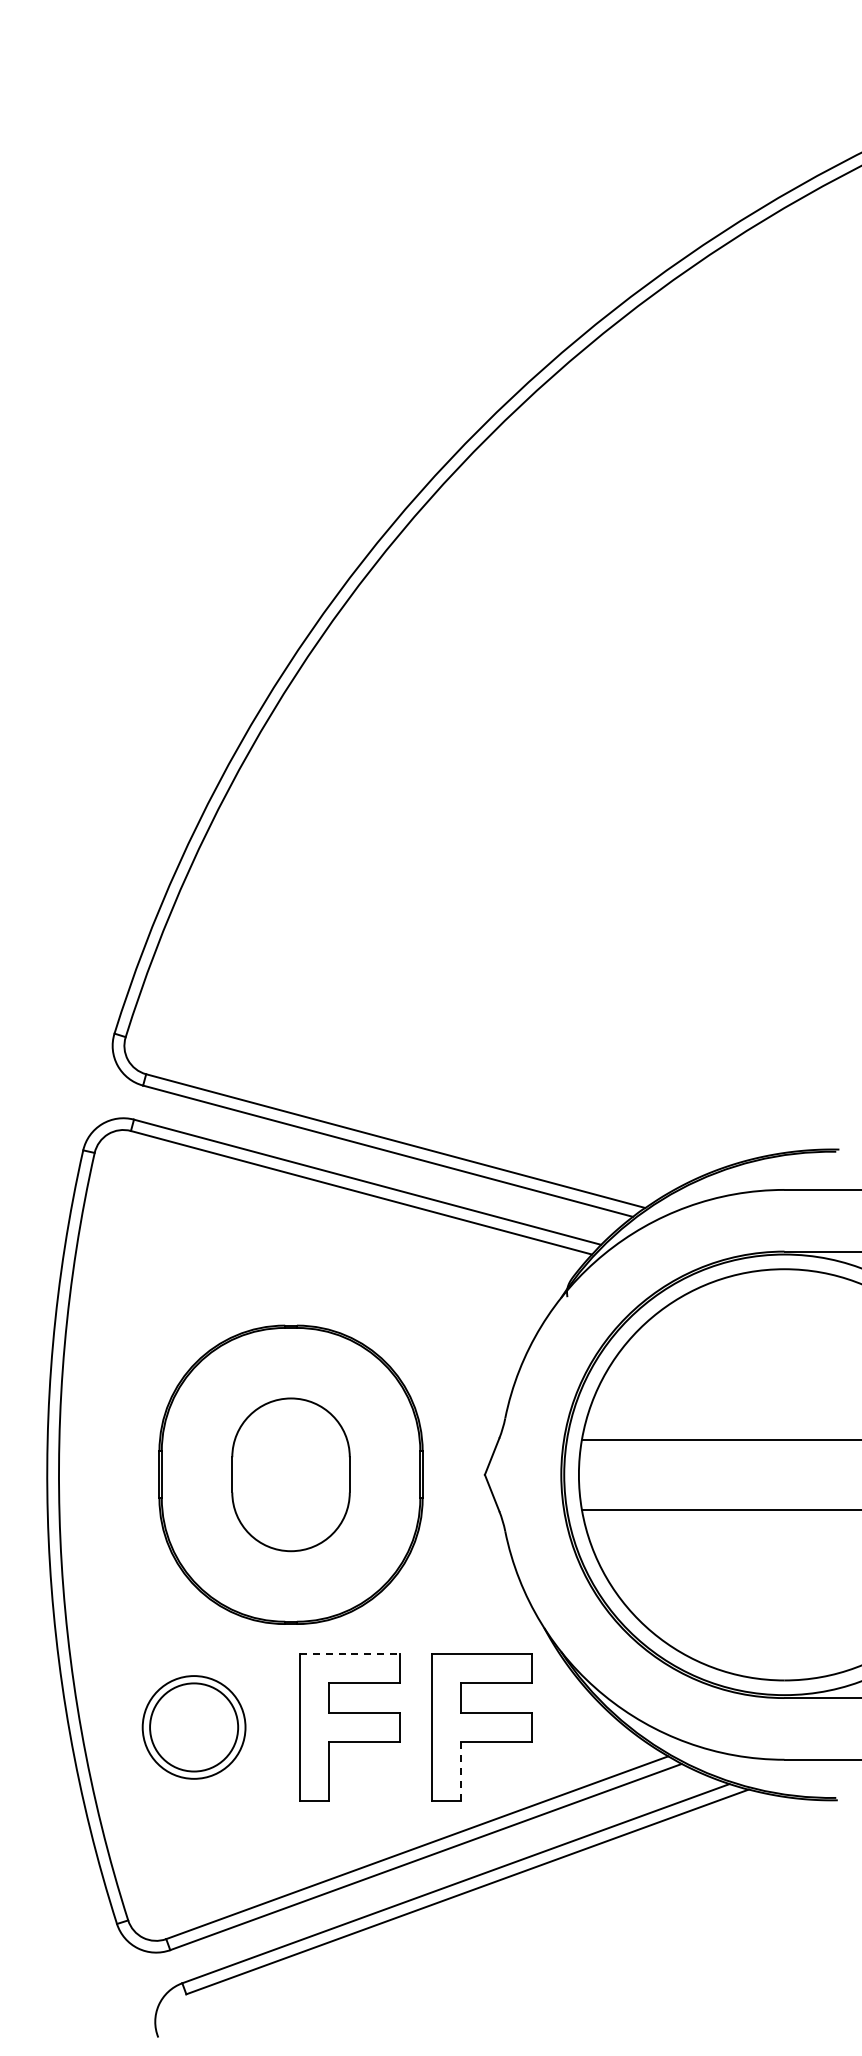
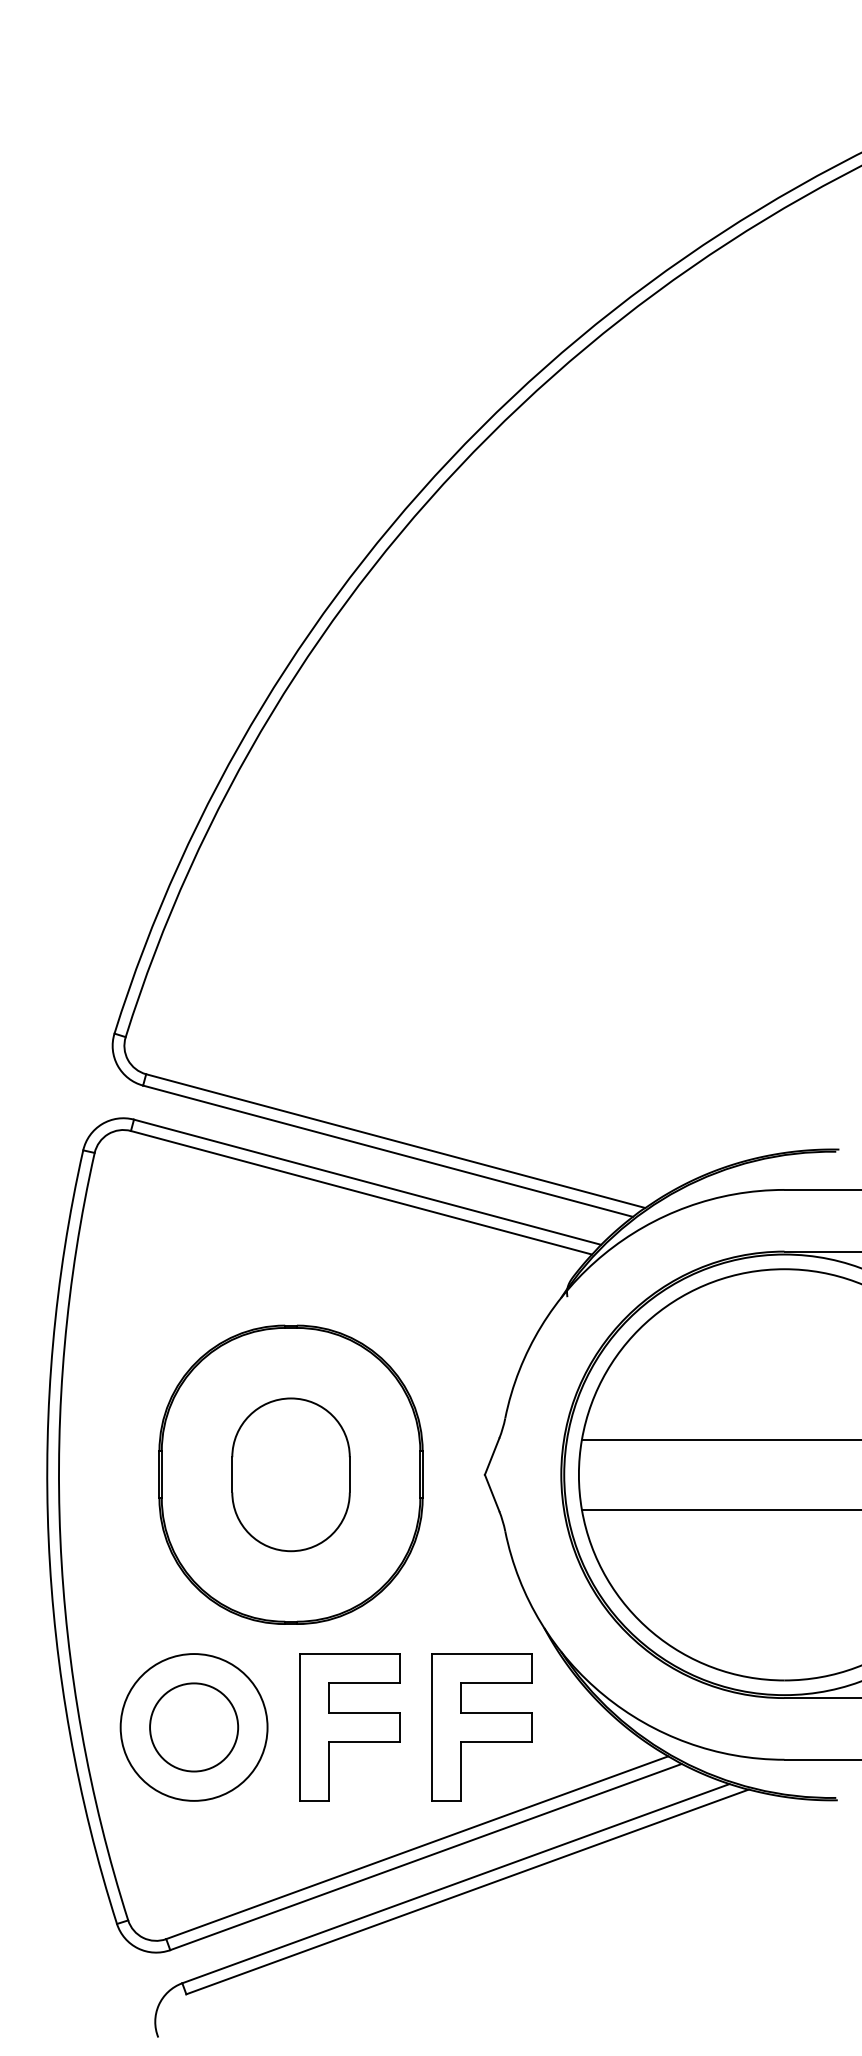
line at (349, 1654): dashed -> solid
circle at (193, 1727) diameter: 103 px -> 147 px
line at (461, 1772): dashed -> solid
